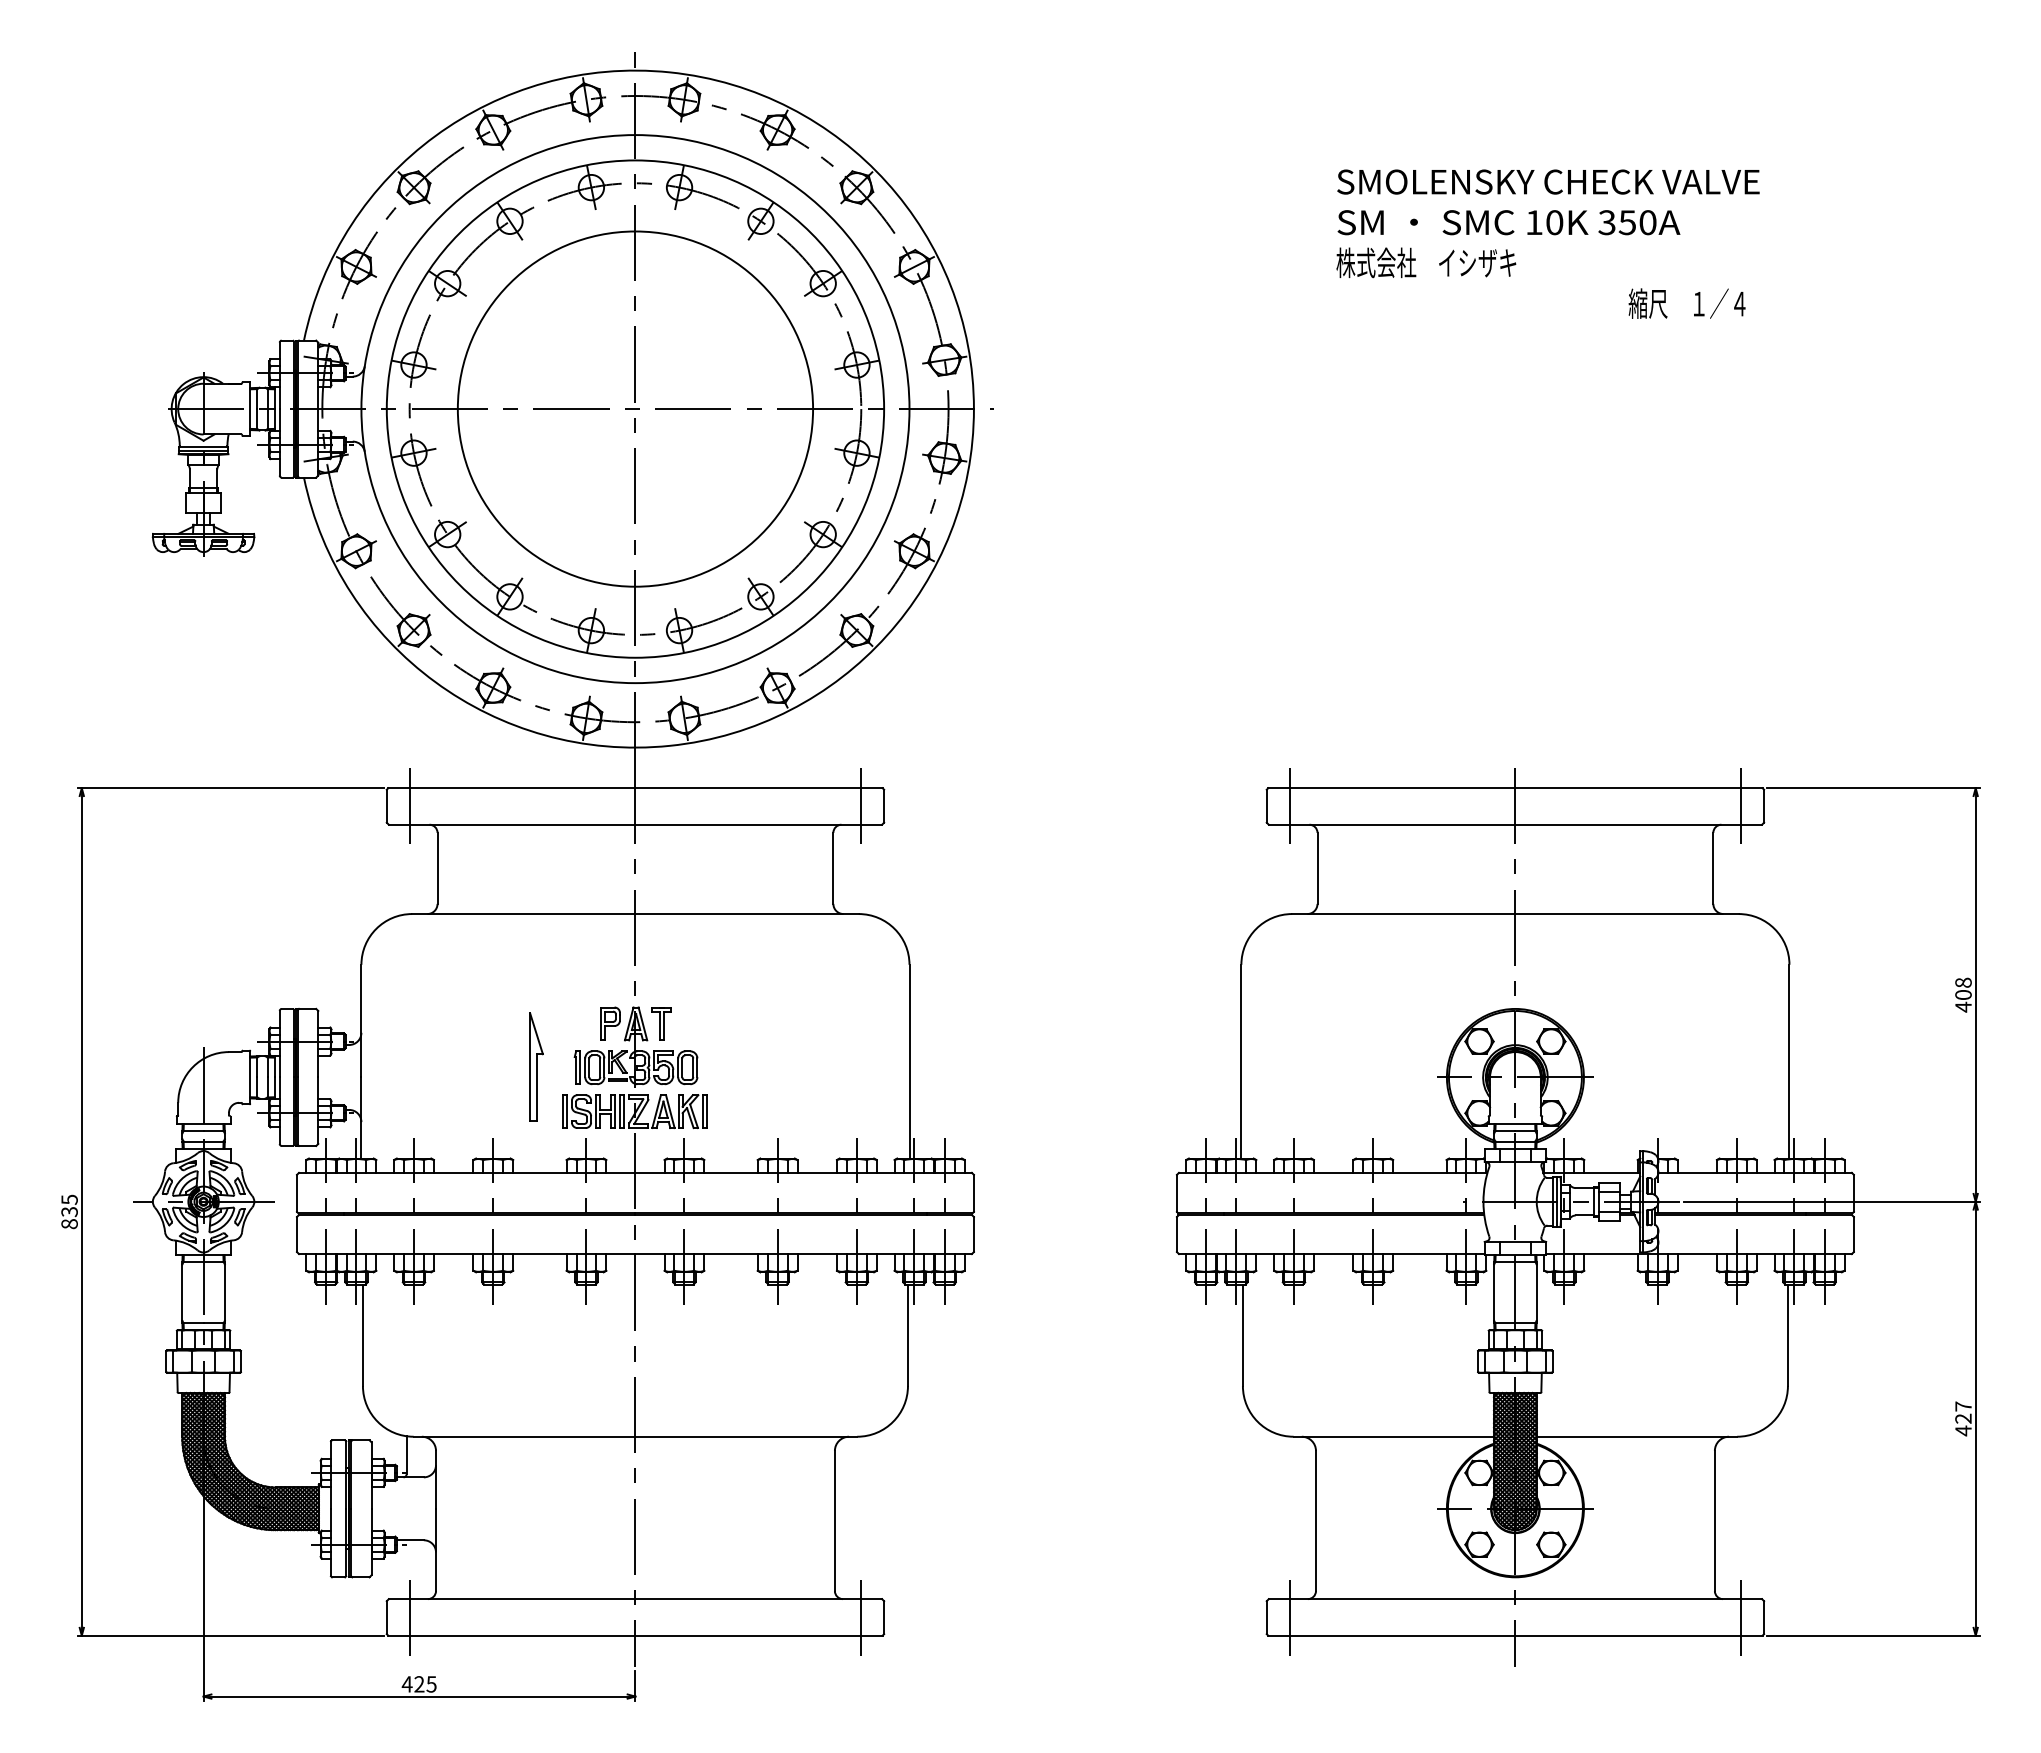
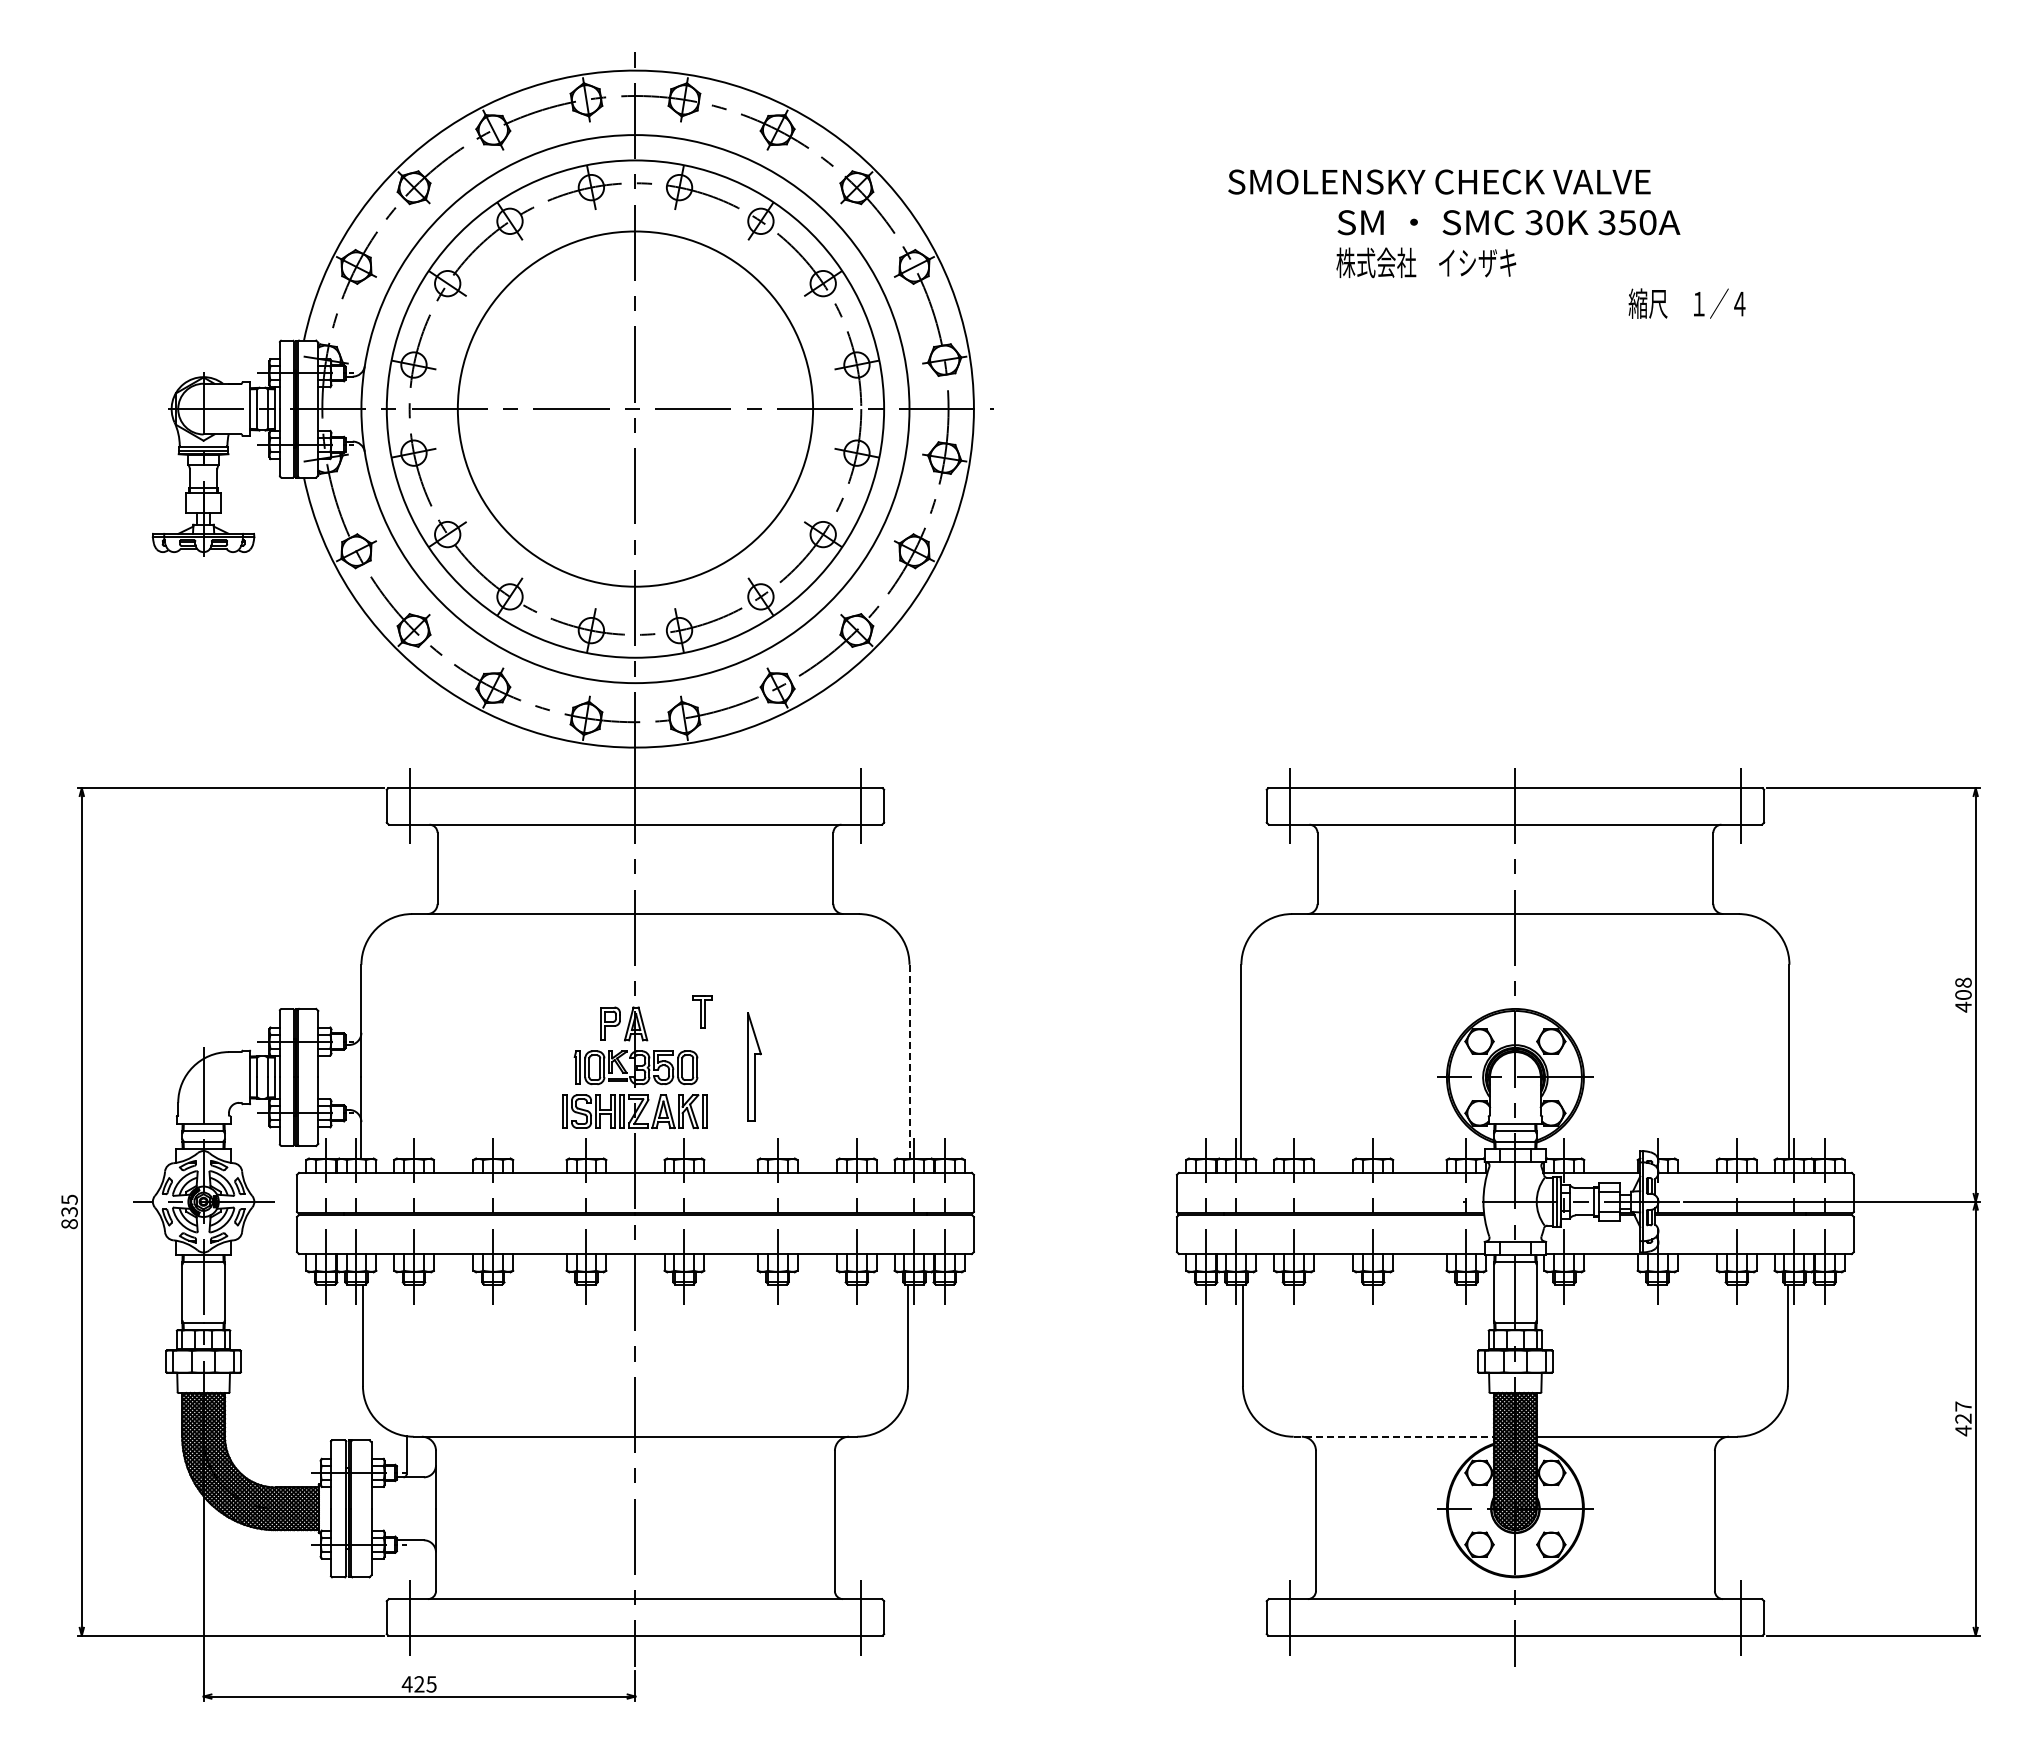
text at (1548, 181) position: (1548, 181) -> (1439, 181)
text at (1533, 222): 10K -> 30K
part at (661, 1023) position: (661, 1023) -> (702, 1011)
line at (909, 1061): solid -> dashed
part at (536, 1066) position: (536, 1066) -> (754, 1066)
line at (1394, 1436): solid -> dashed
